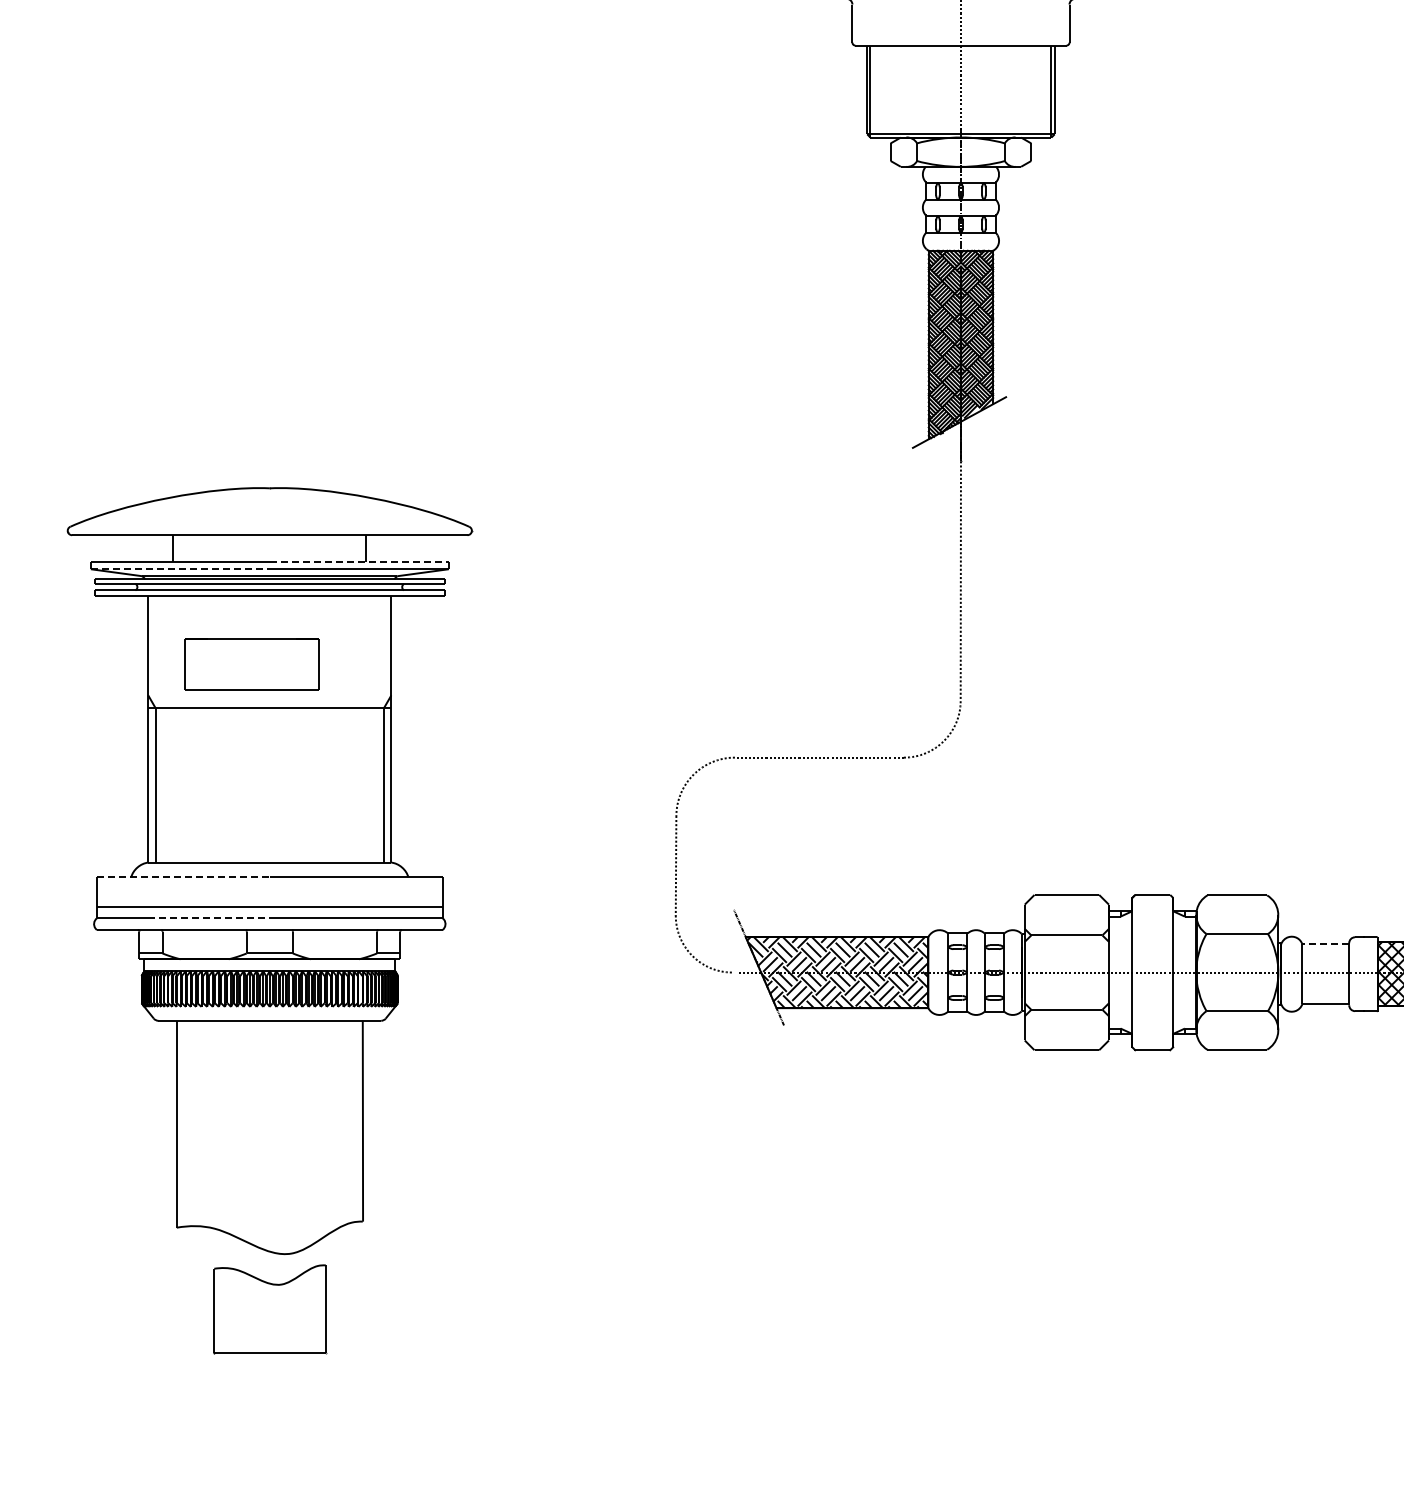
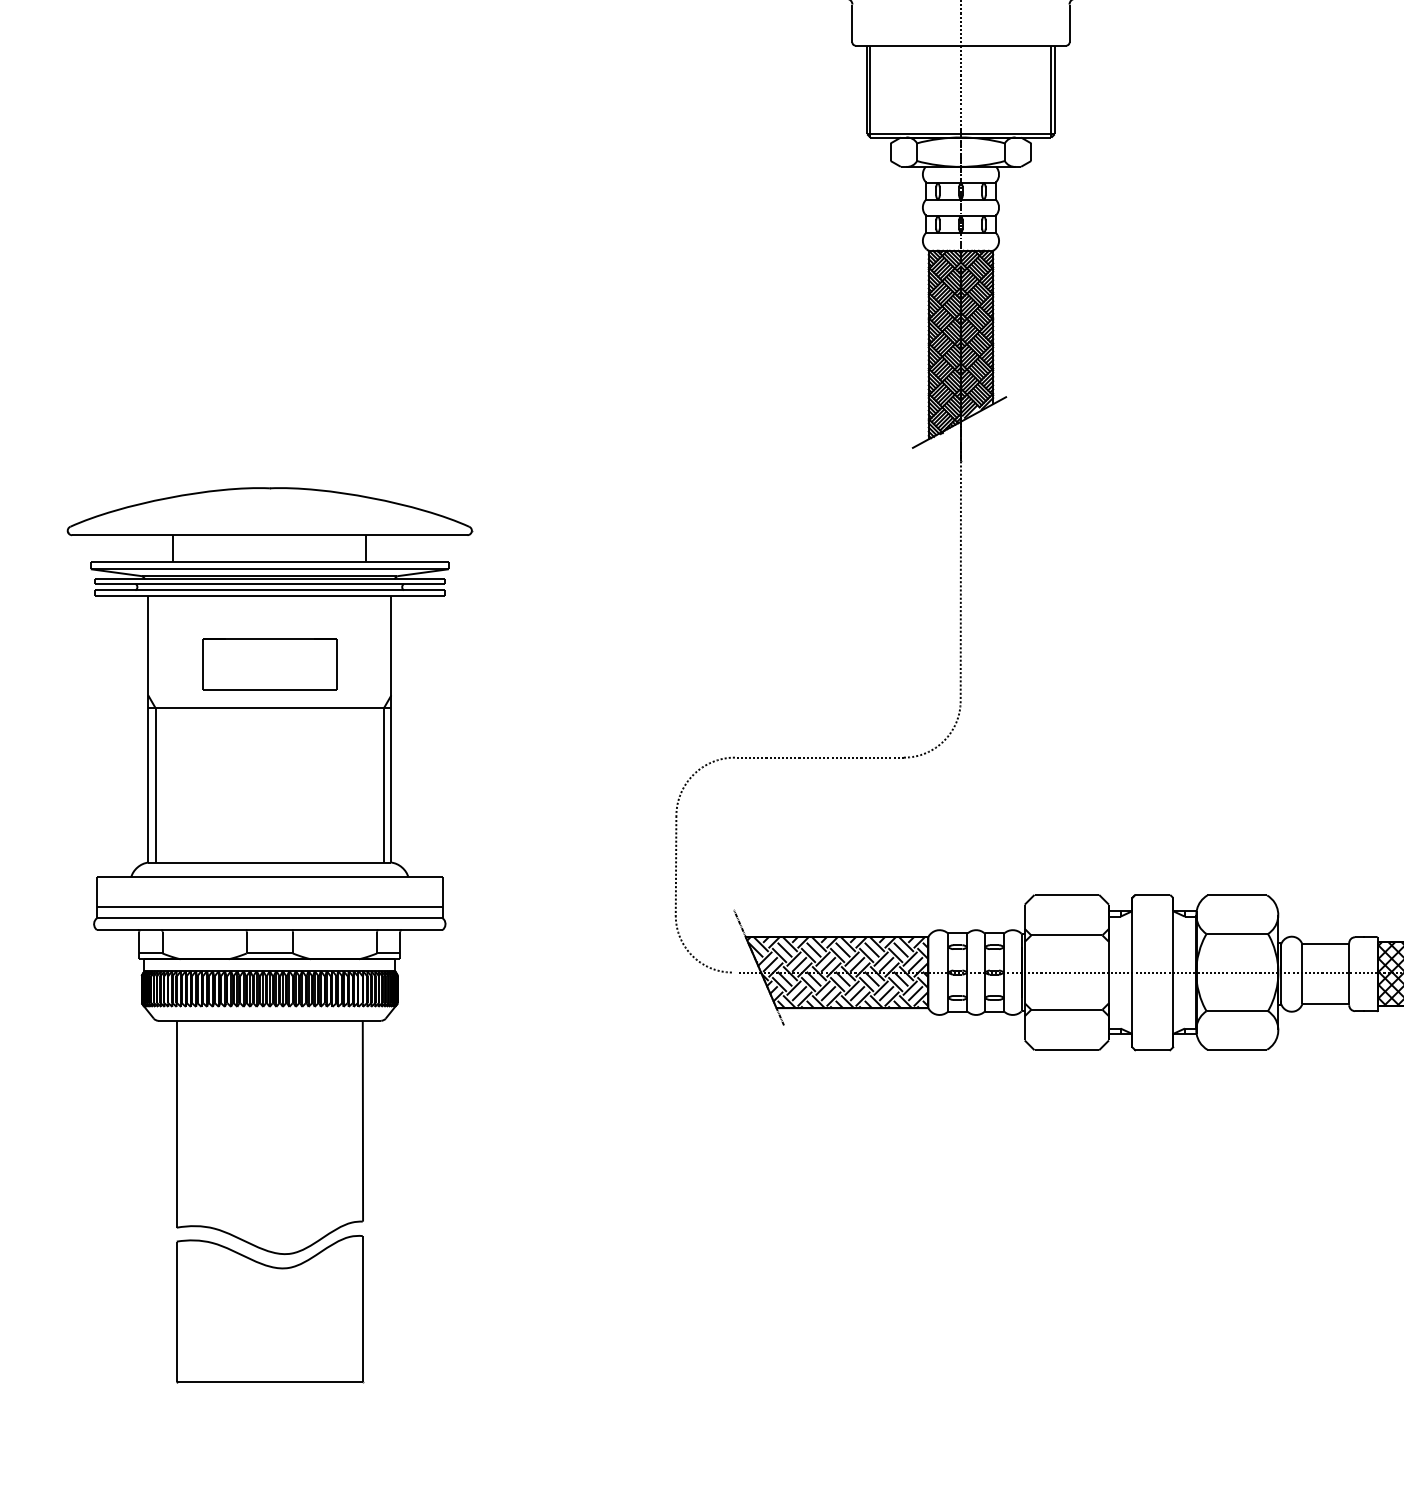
line at (359, 561): dashed -> solid
line at (180, 569): dashed -> solid
part at (251, 664) position: (251, 664) -> (269, 664)
line at (183, 877): dashed -> solid
line at (209, 918): dashed -> solid
line at (1325, 944): dashed -> solid
part at (270, 1309) size: 115x91 px -> 189x149 px
